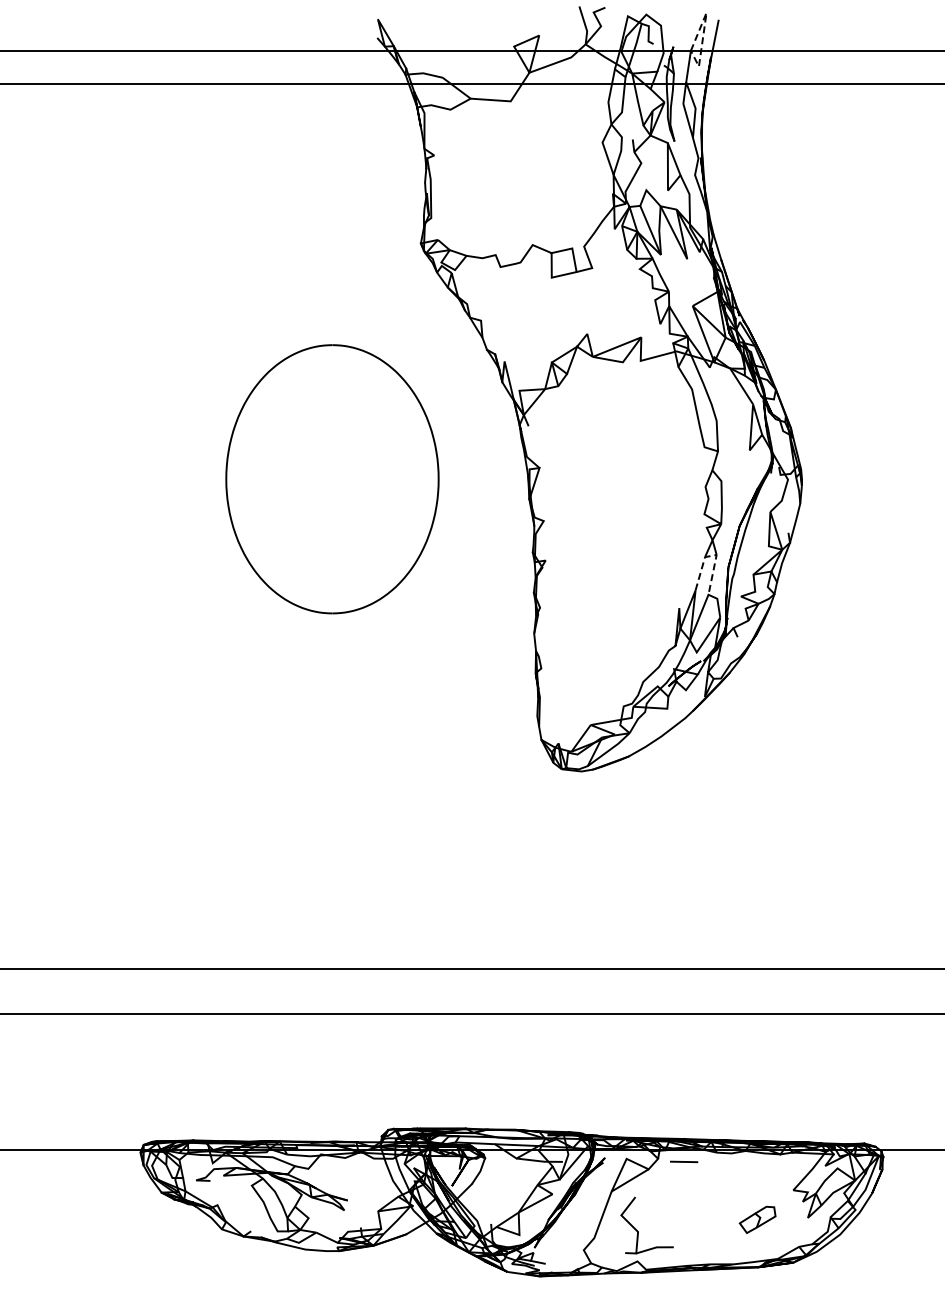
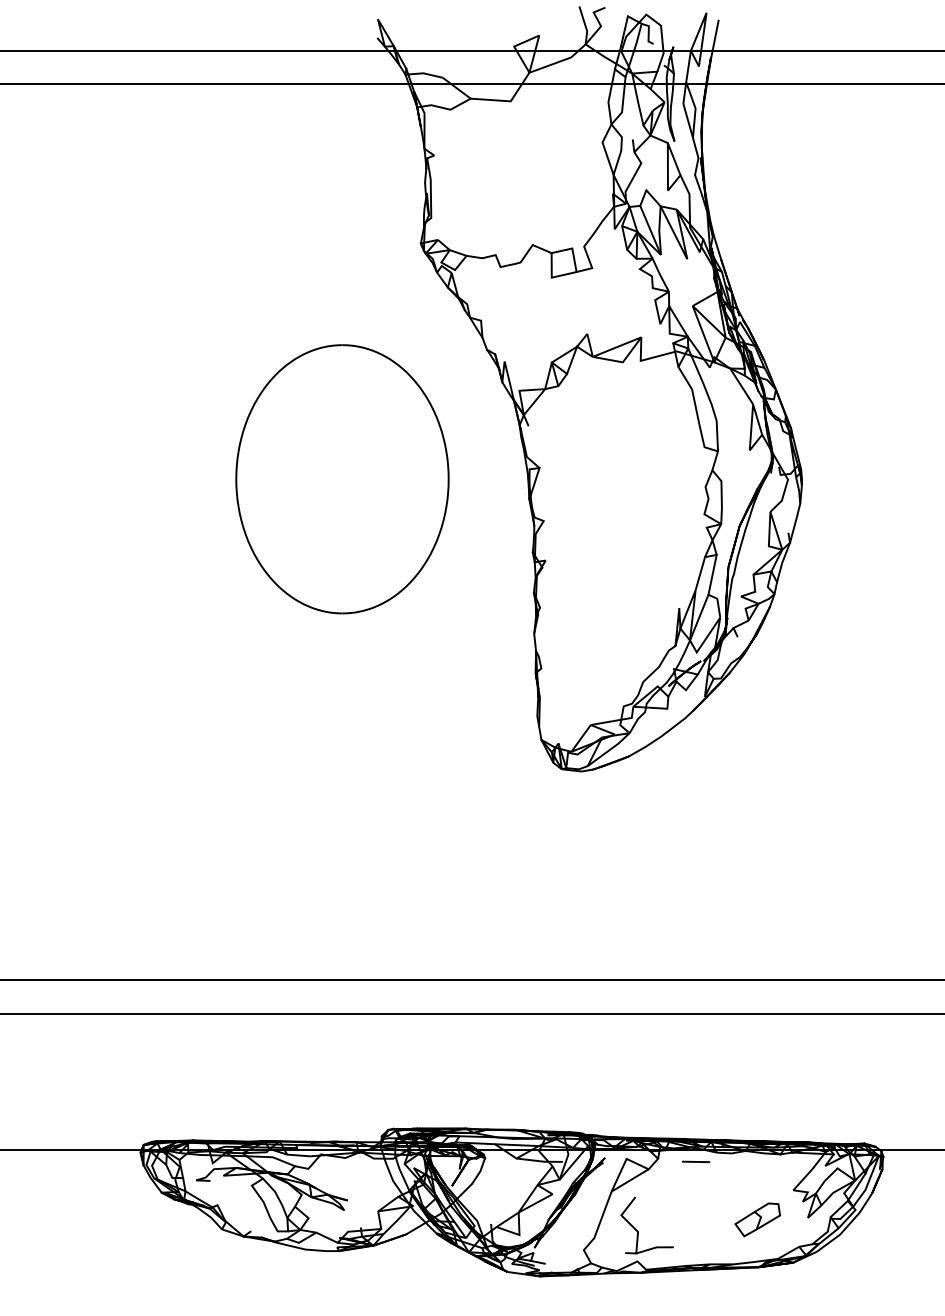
line at (704, 28): dashed -> solid
part at (332, 479) position: (332, 479) -> (342, 479)
line at (713, 555): dashed -> solid
line at (471, 969) position: (471, 969) -> (471, 980)
line at (684, 1161) position: (684, 1161) -> (696, 1161)
part at (757, 1219) size: 39x29 px -> 47x36 px
